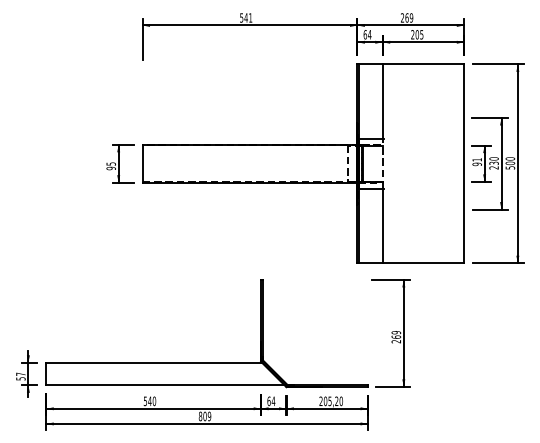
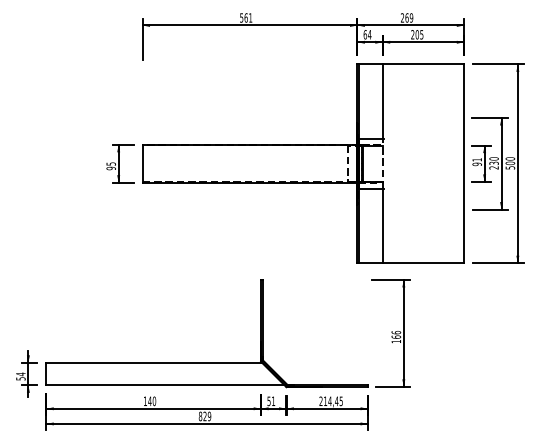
text at (245, 17): 541 -> 561
text at (396, 337): 269 -> 166
text at (20, 374): 57 -> 54
text at (144, 400): 540 -> 140
text at (271, 401): 64 -> 51
text at (332, 401): 205,20 -> 214,45
text at (204, 416): 809 -> 829
